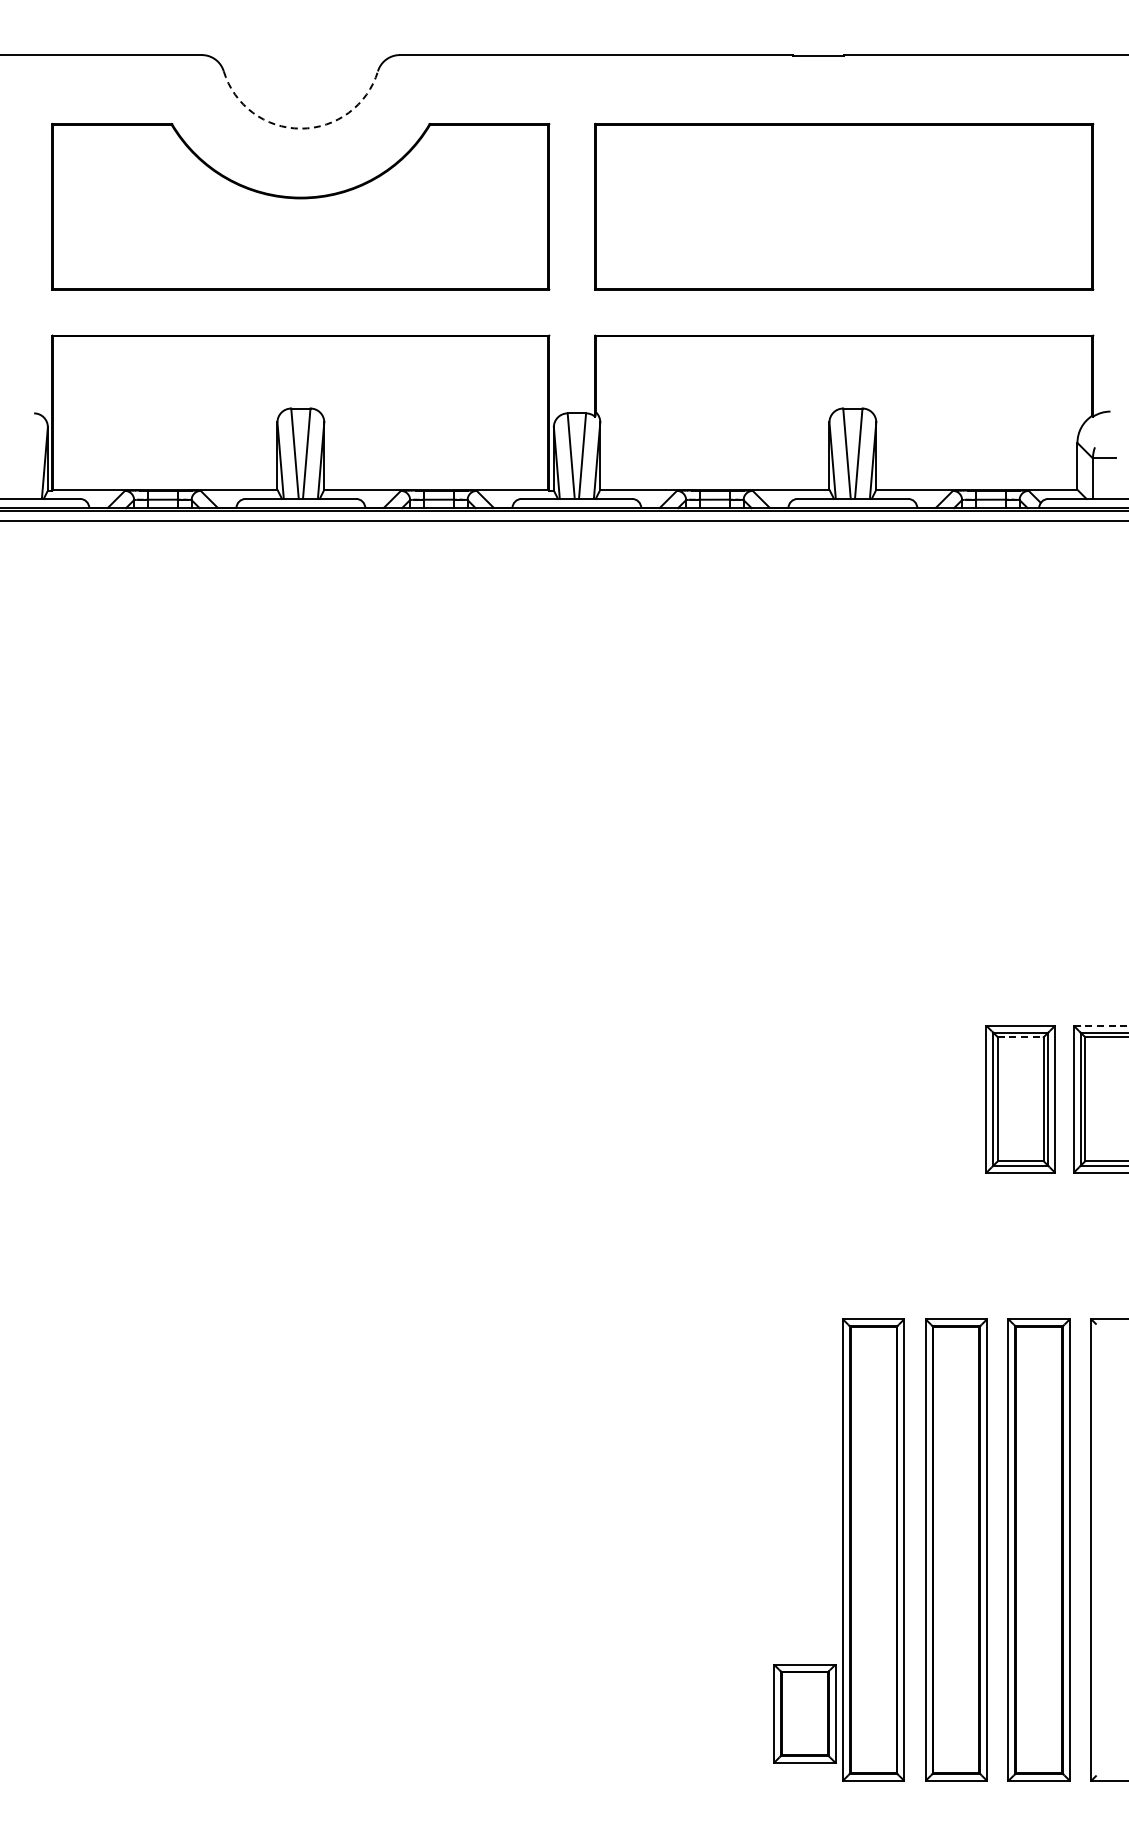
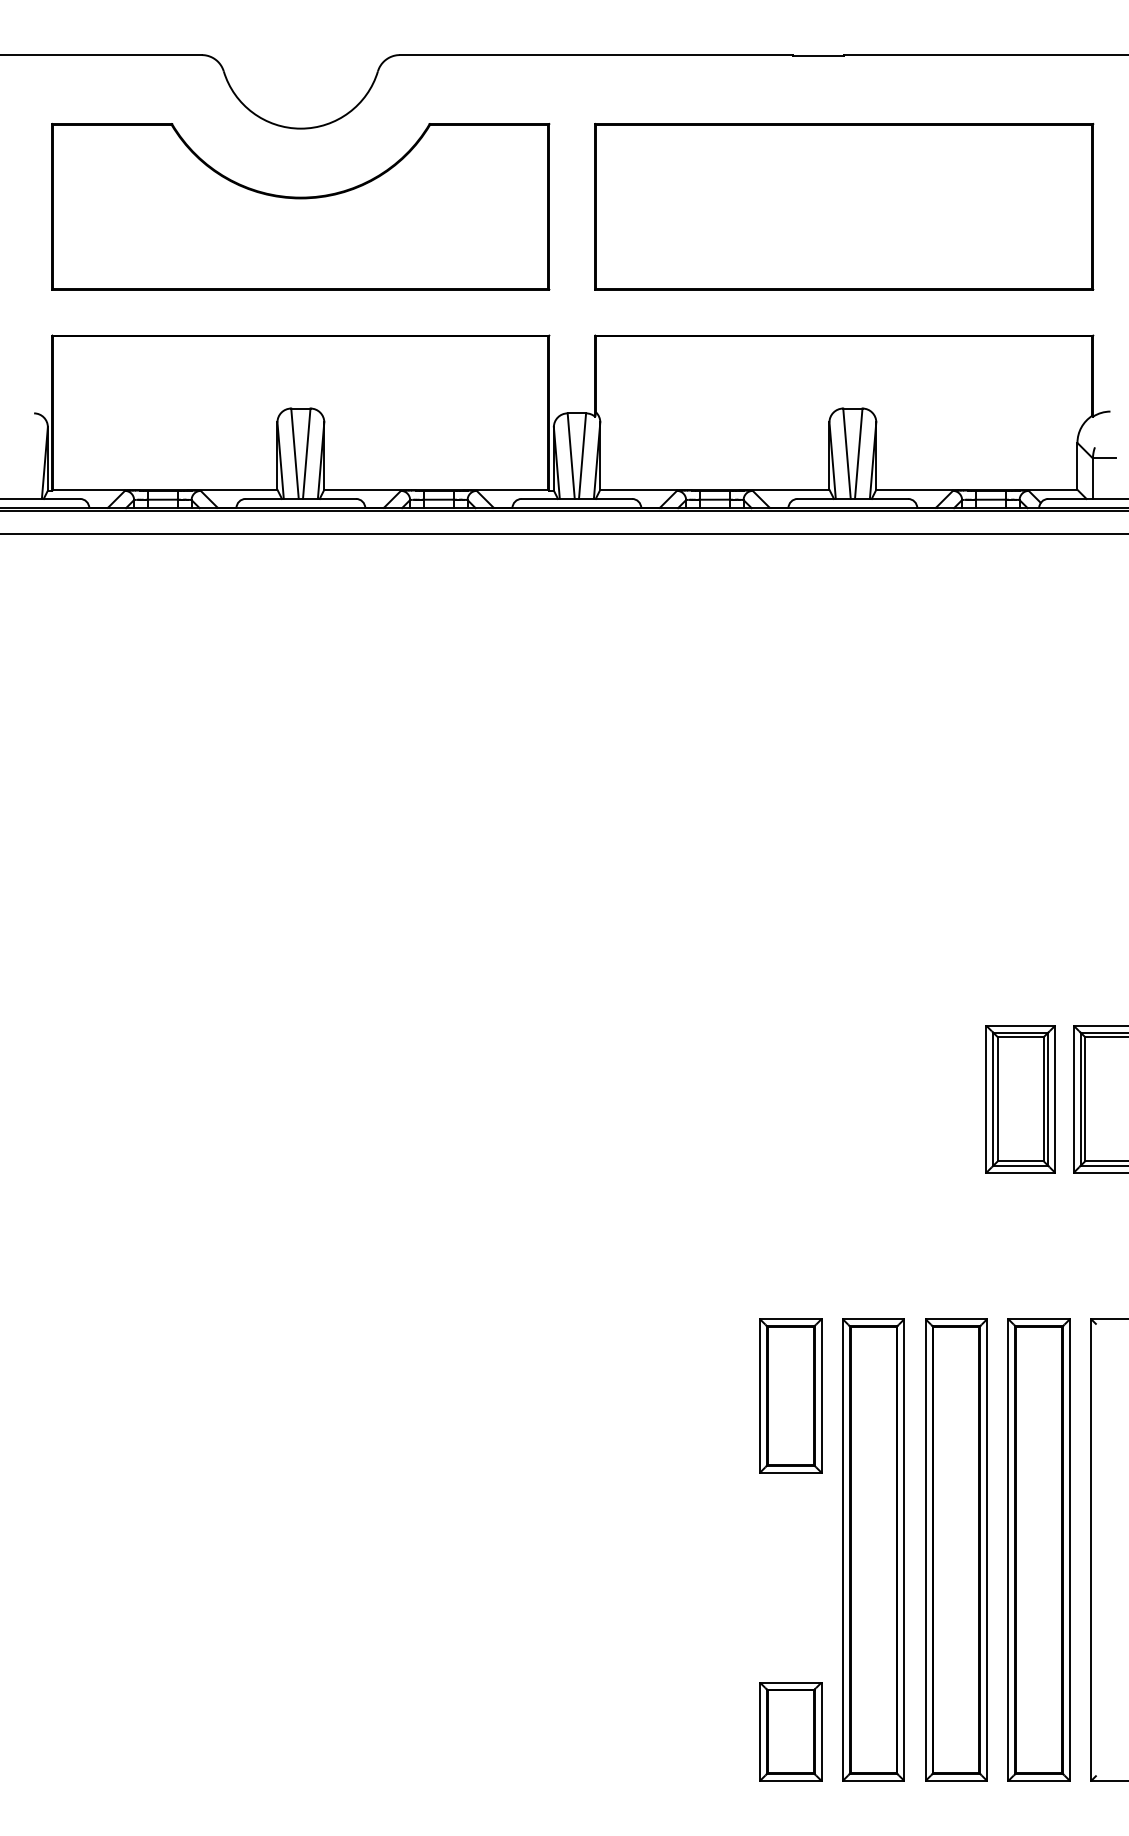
arc at (300, 128): dashed -> solid
line at (563, 521) position: (563, 521) -> (563, 534)
line at (1101, 1025): dashed -> solid
line at (1020, 1037): dashed -> solid
part at (790, 1395): none -> present
part at (804, 1713) position: (804, 1713) -> (790, 1731)
